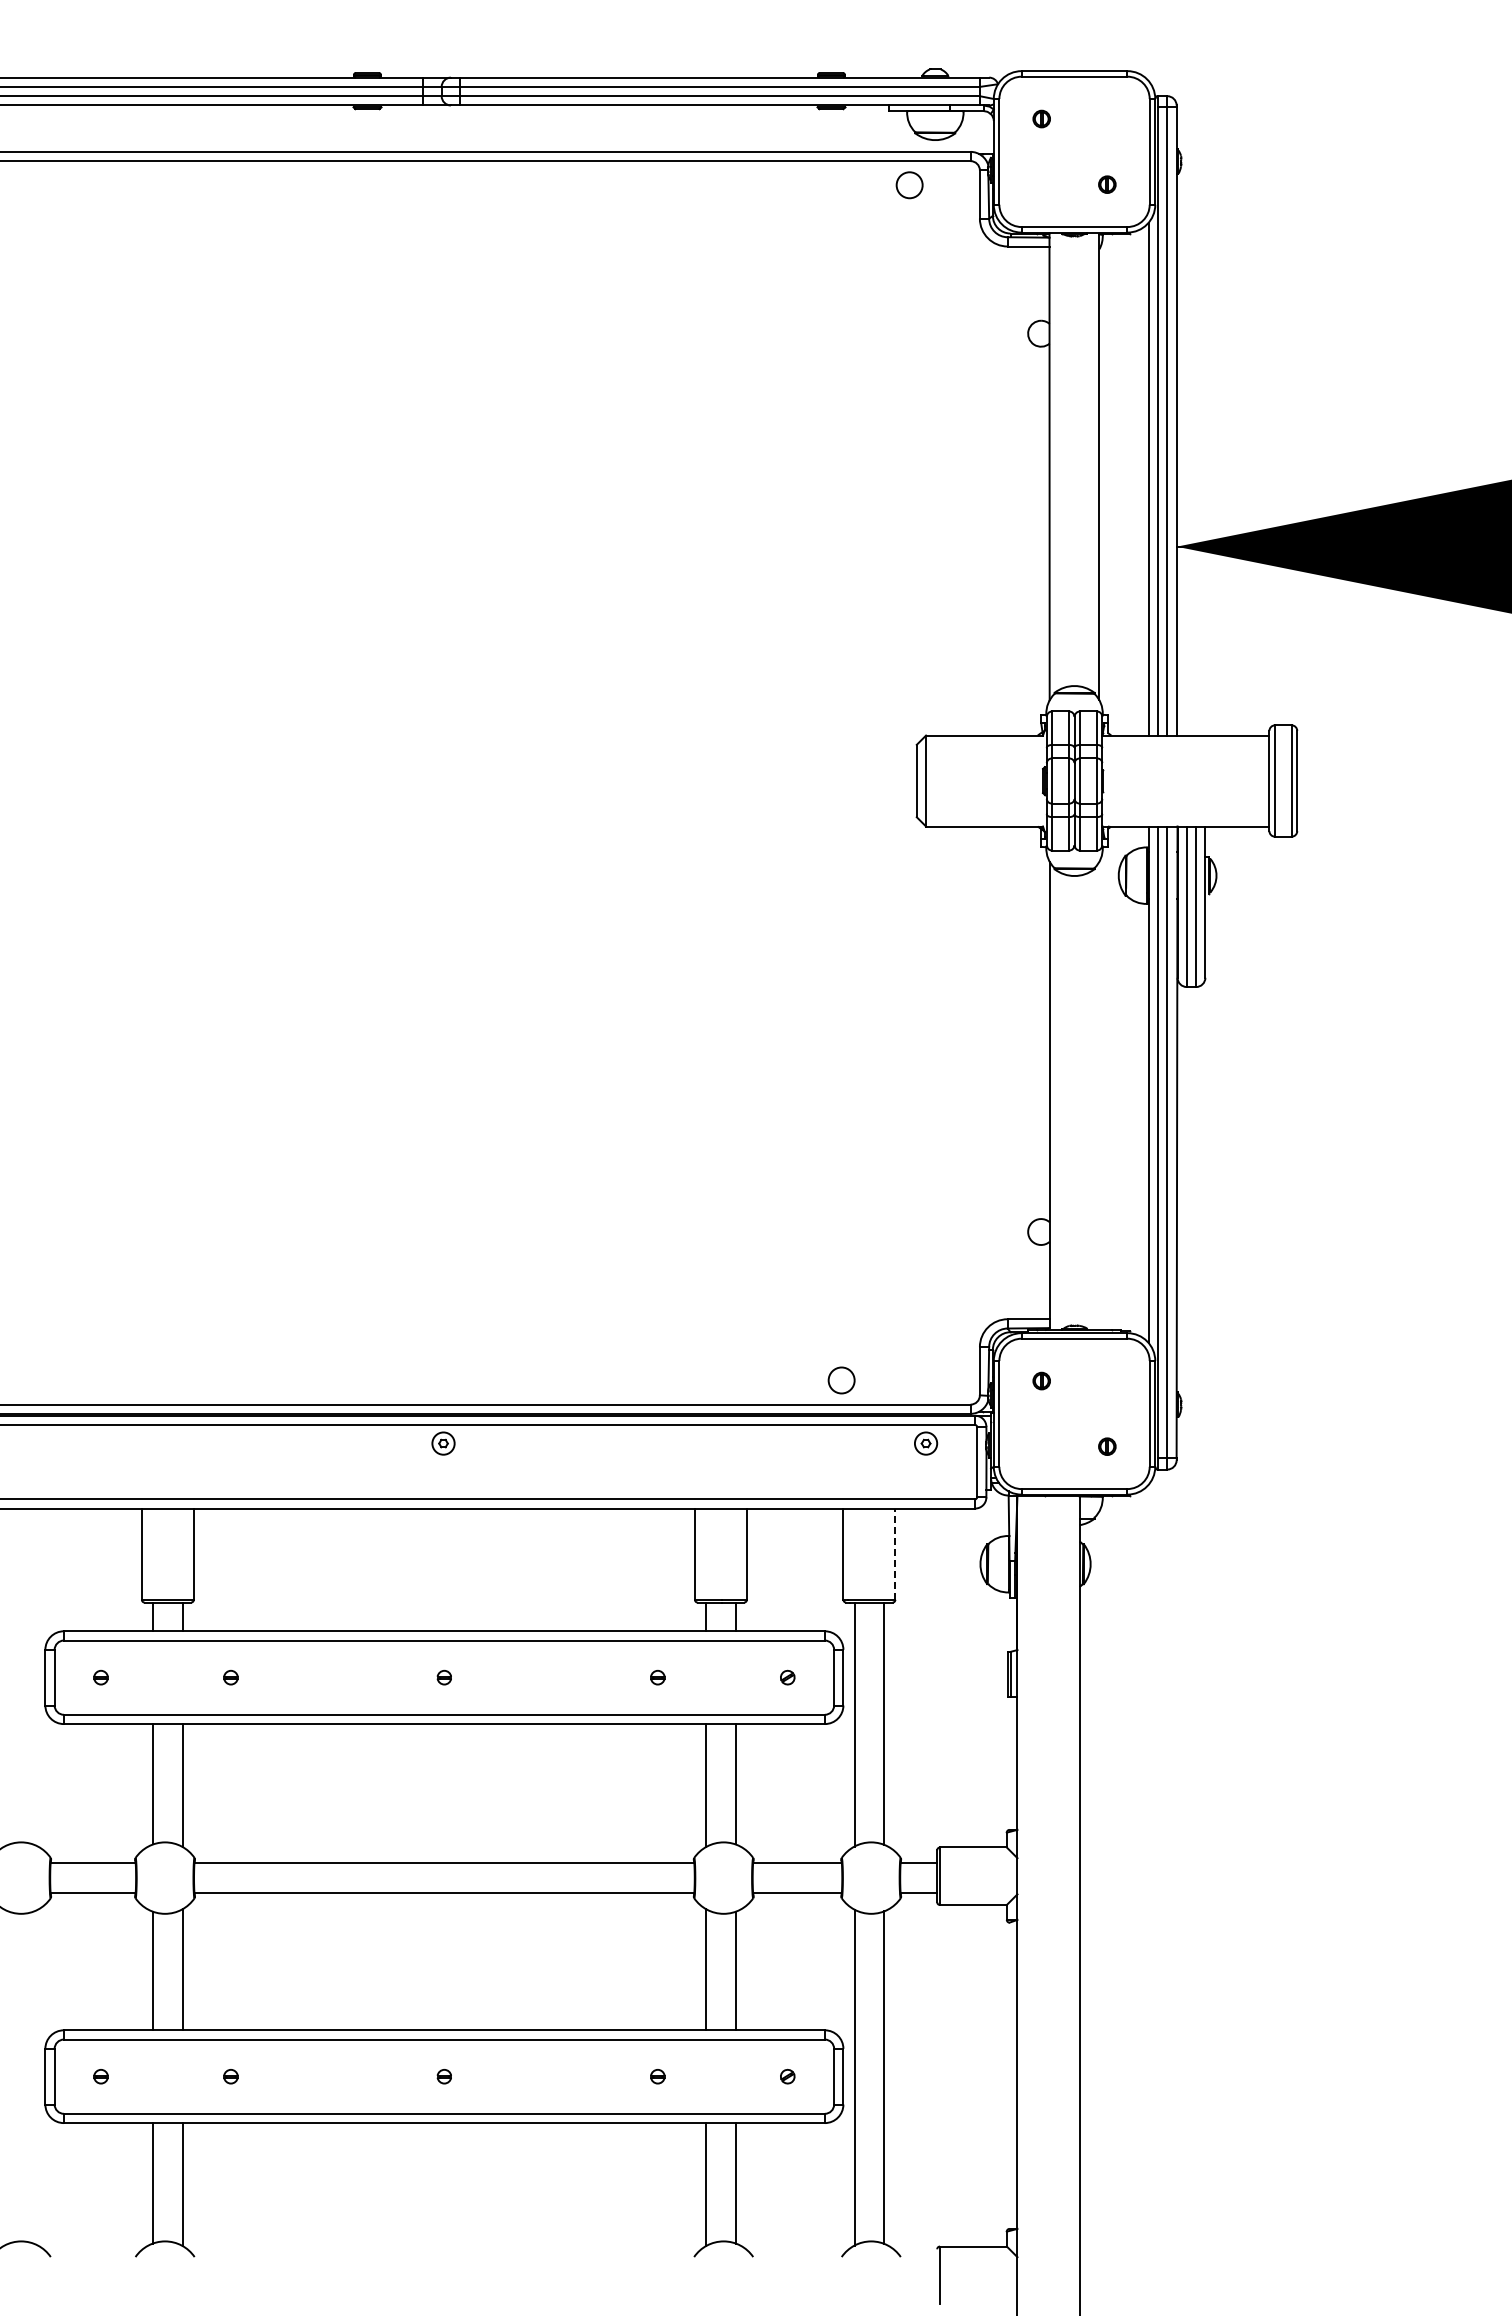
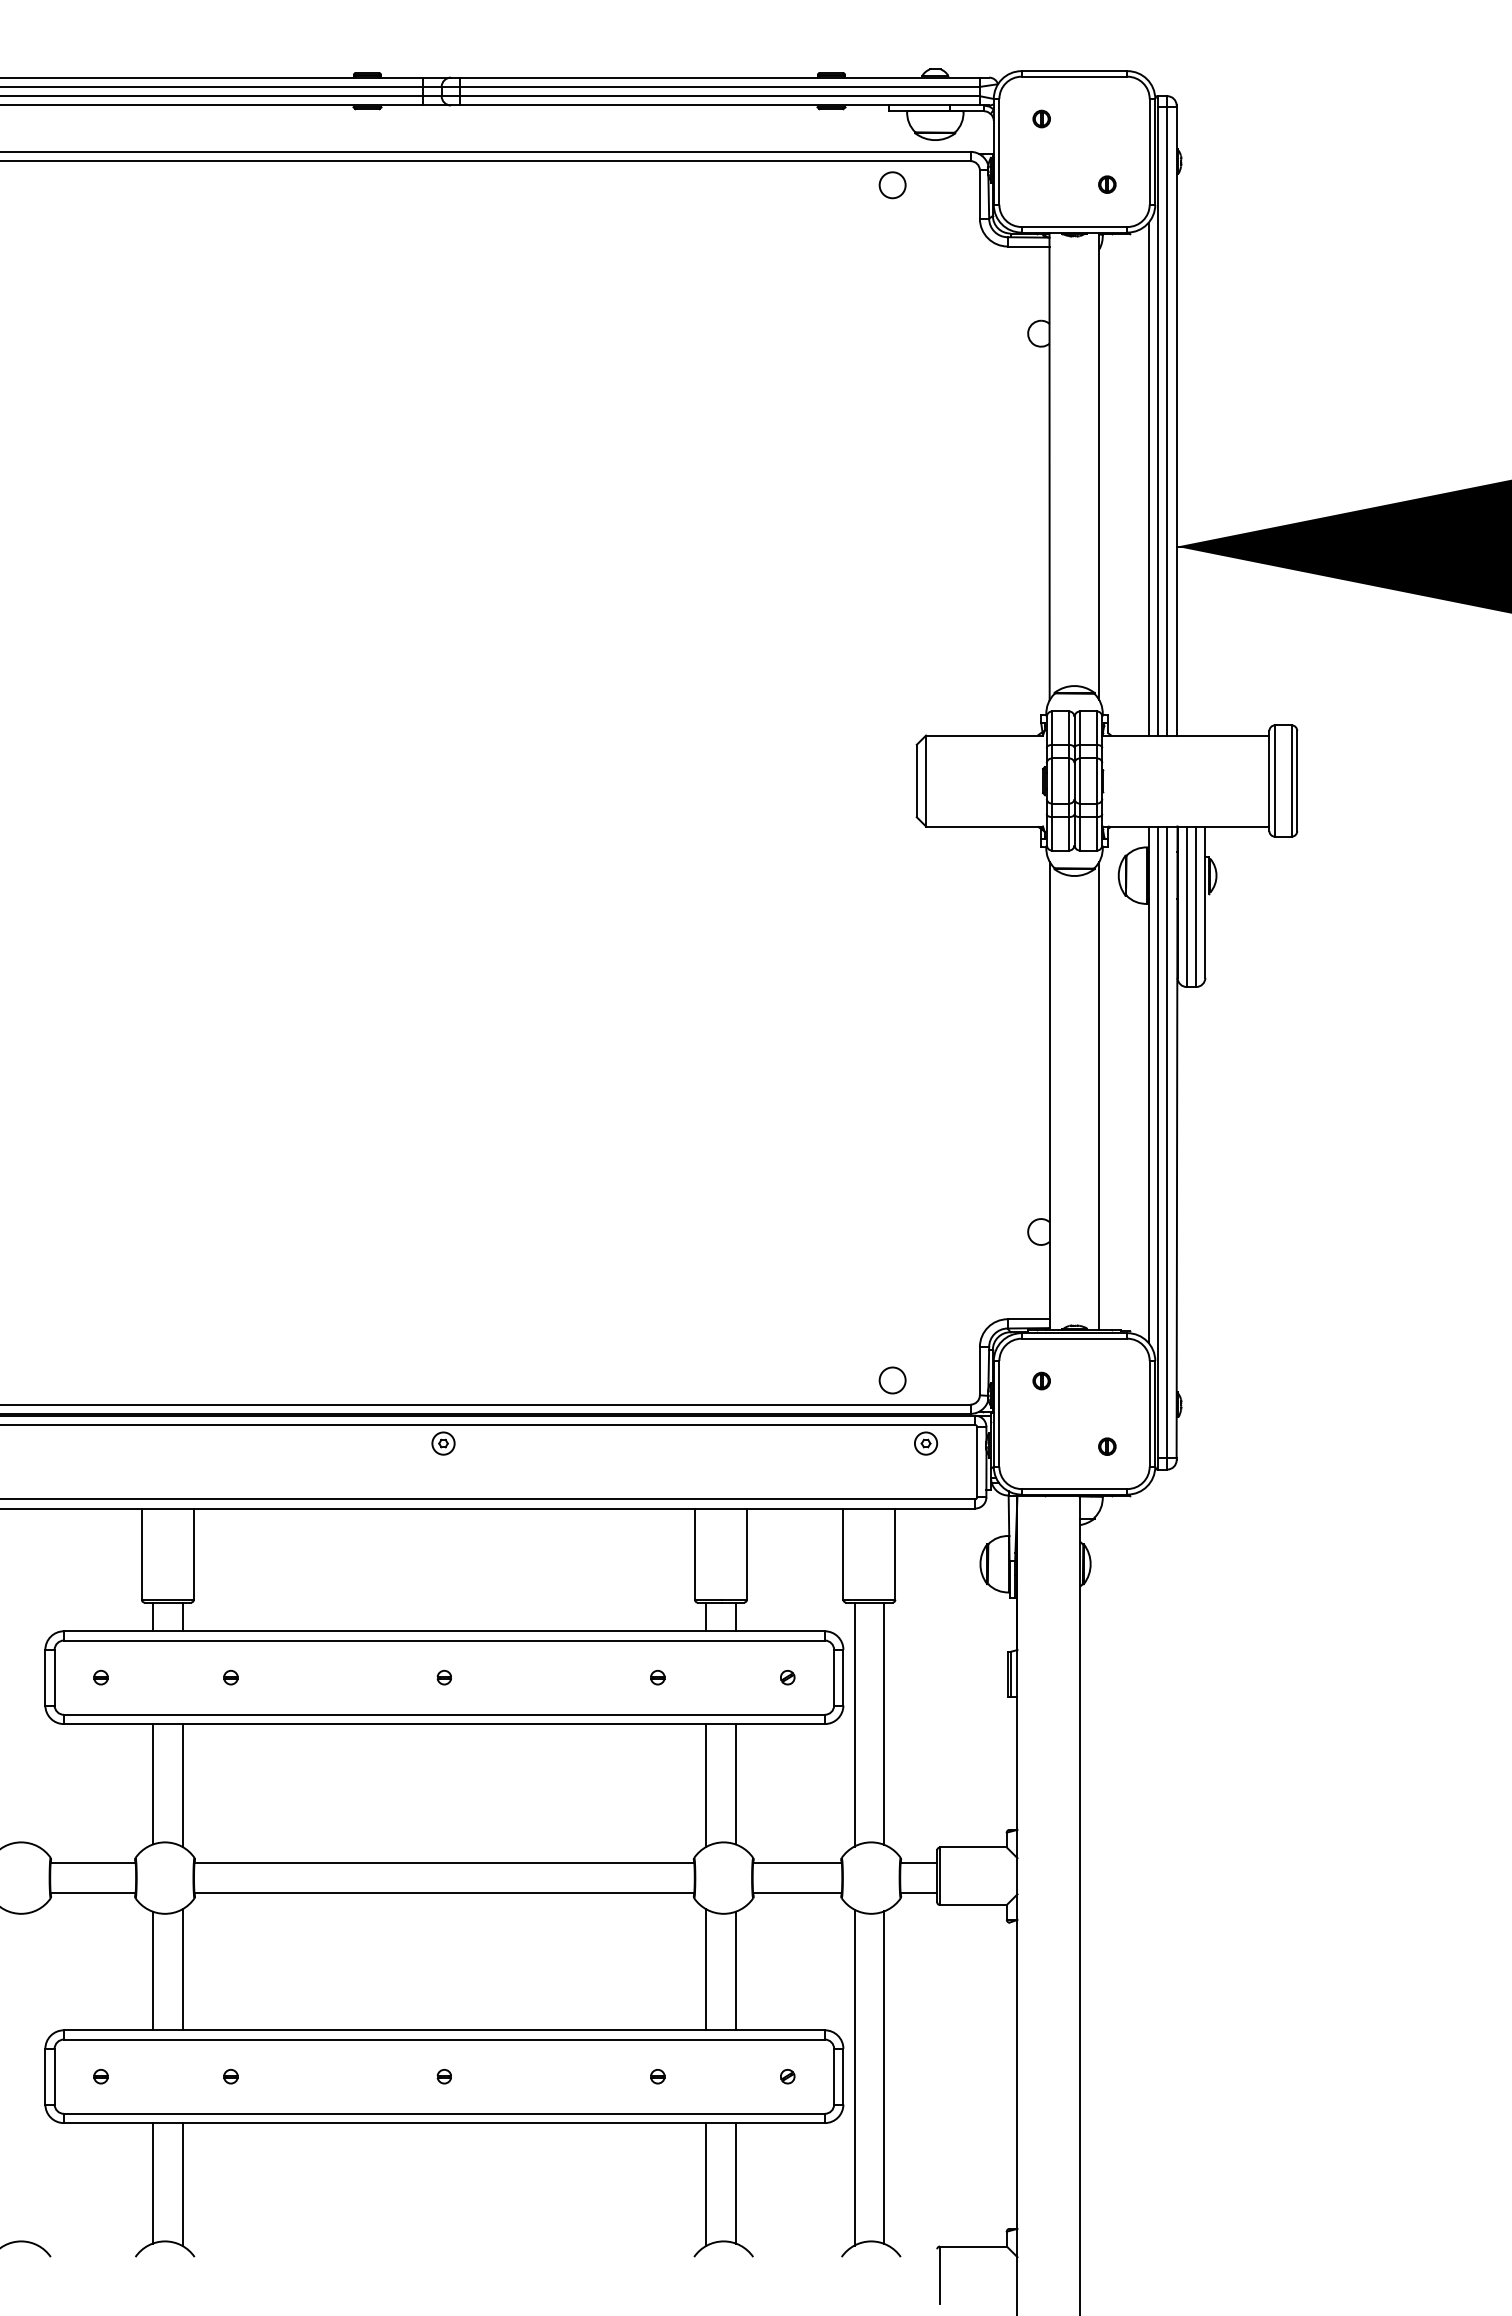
circle at (909, 185) position: (909, 185) -> (892, 185)
line at (1099, 1095): none -> present
circle at (841, 1380) position: (841, 1380) -> (892, 1380)
line at (895, 1554): dashed -> solid
